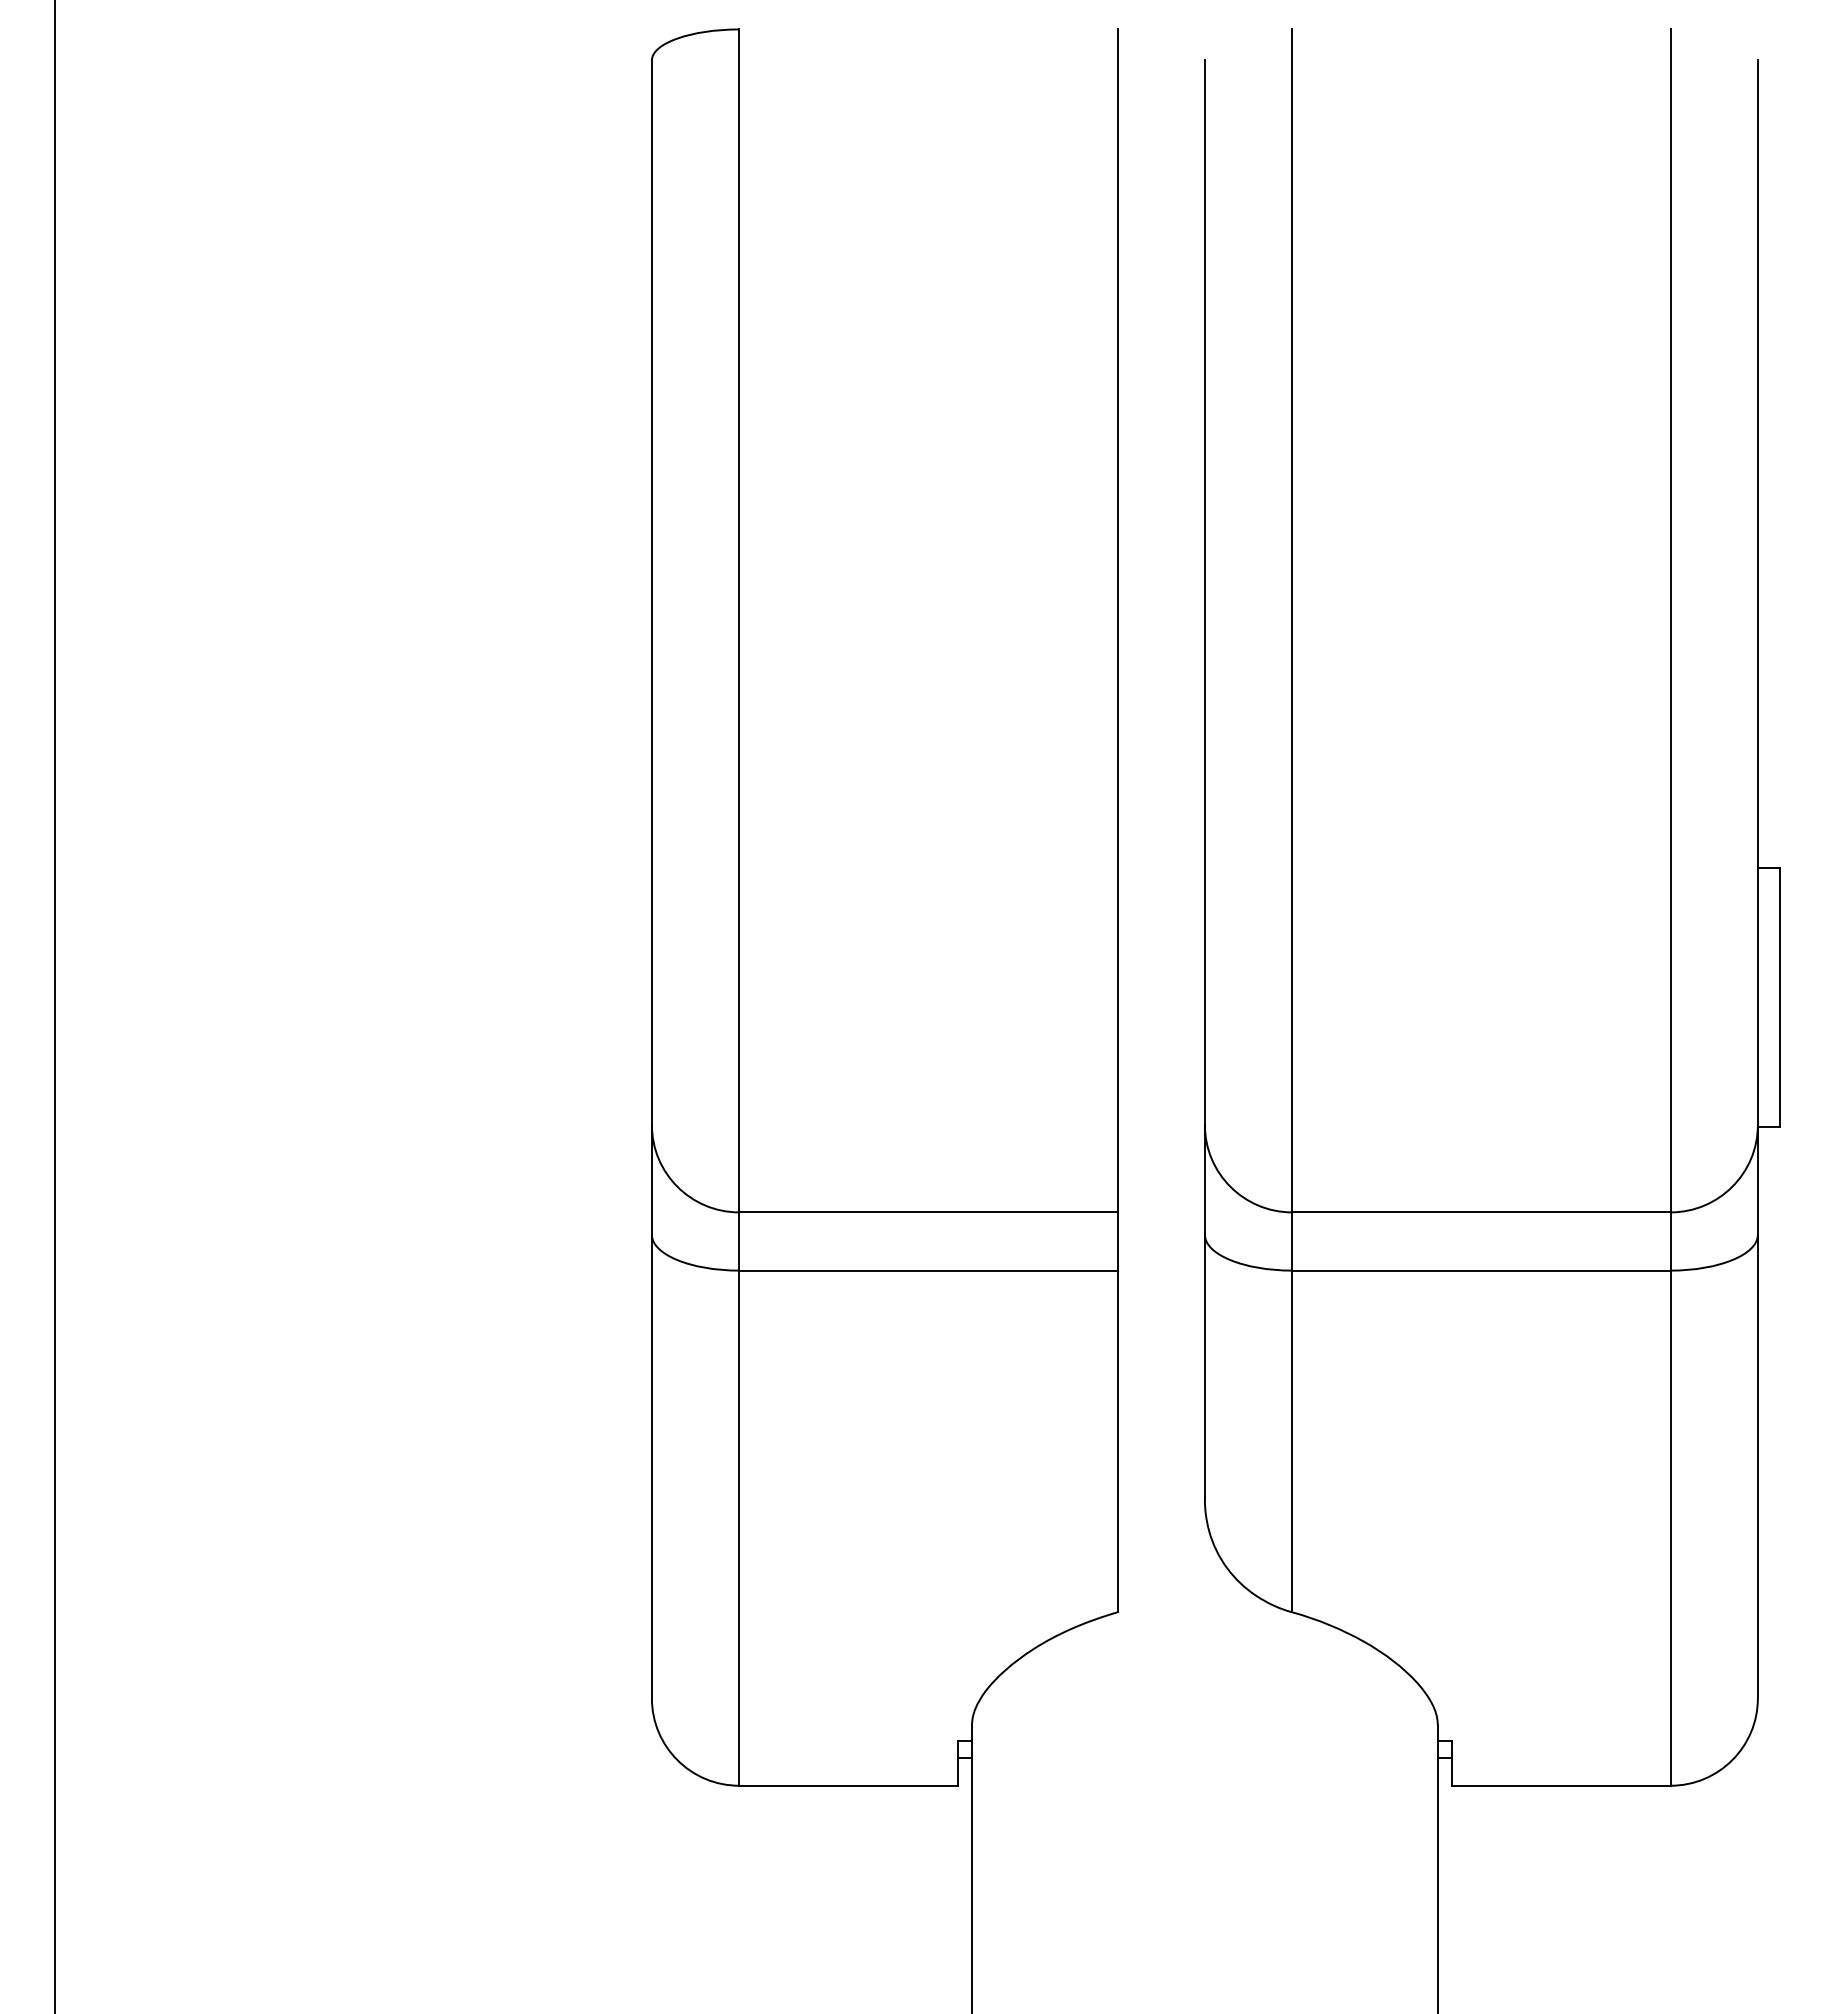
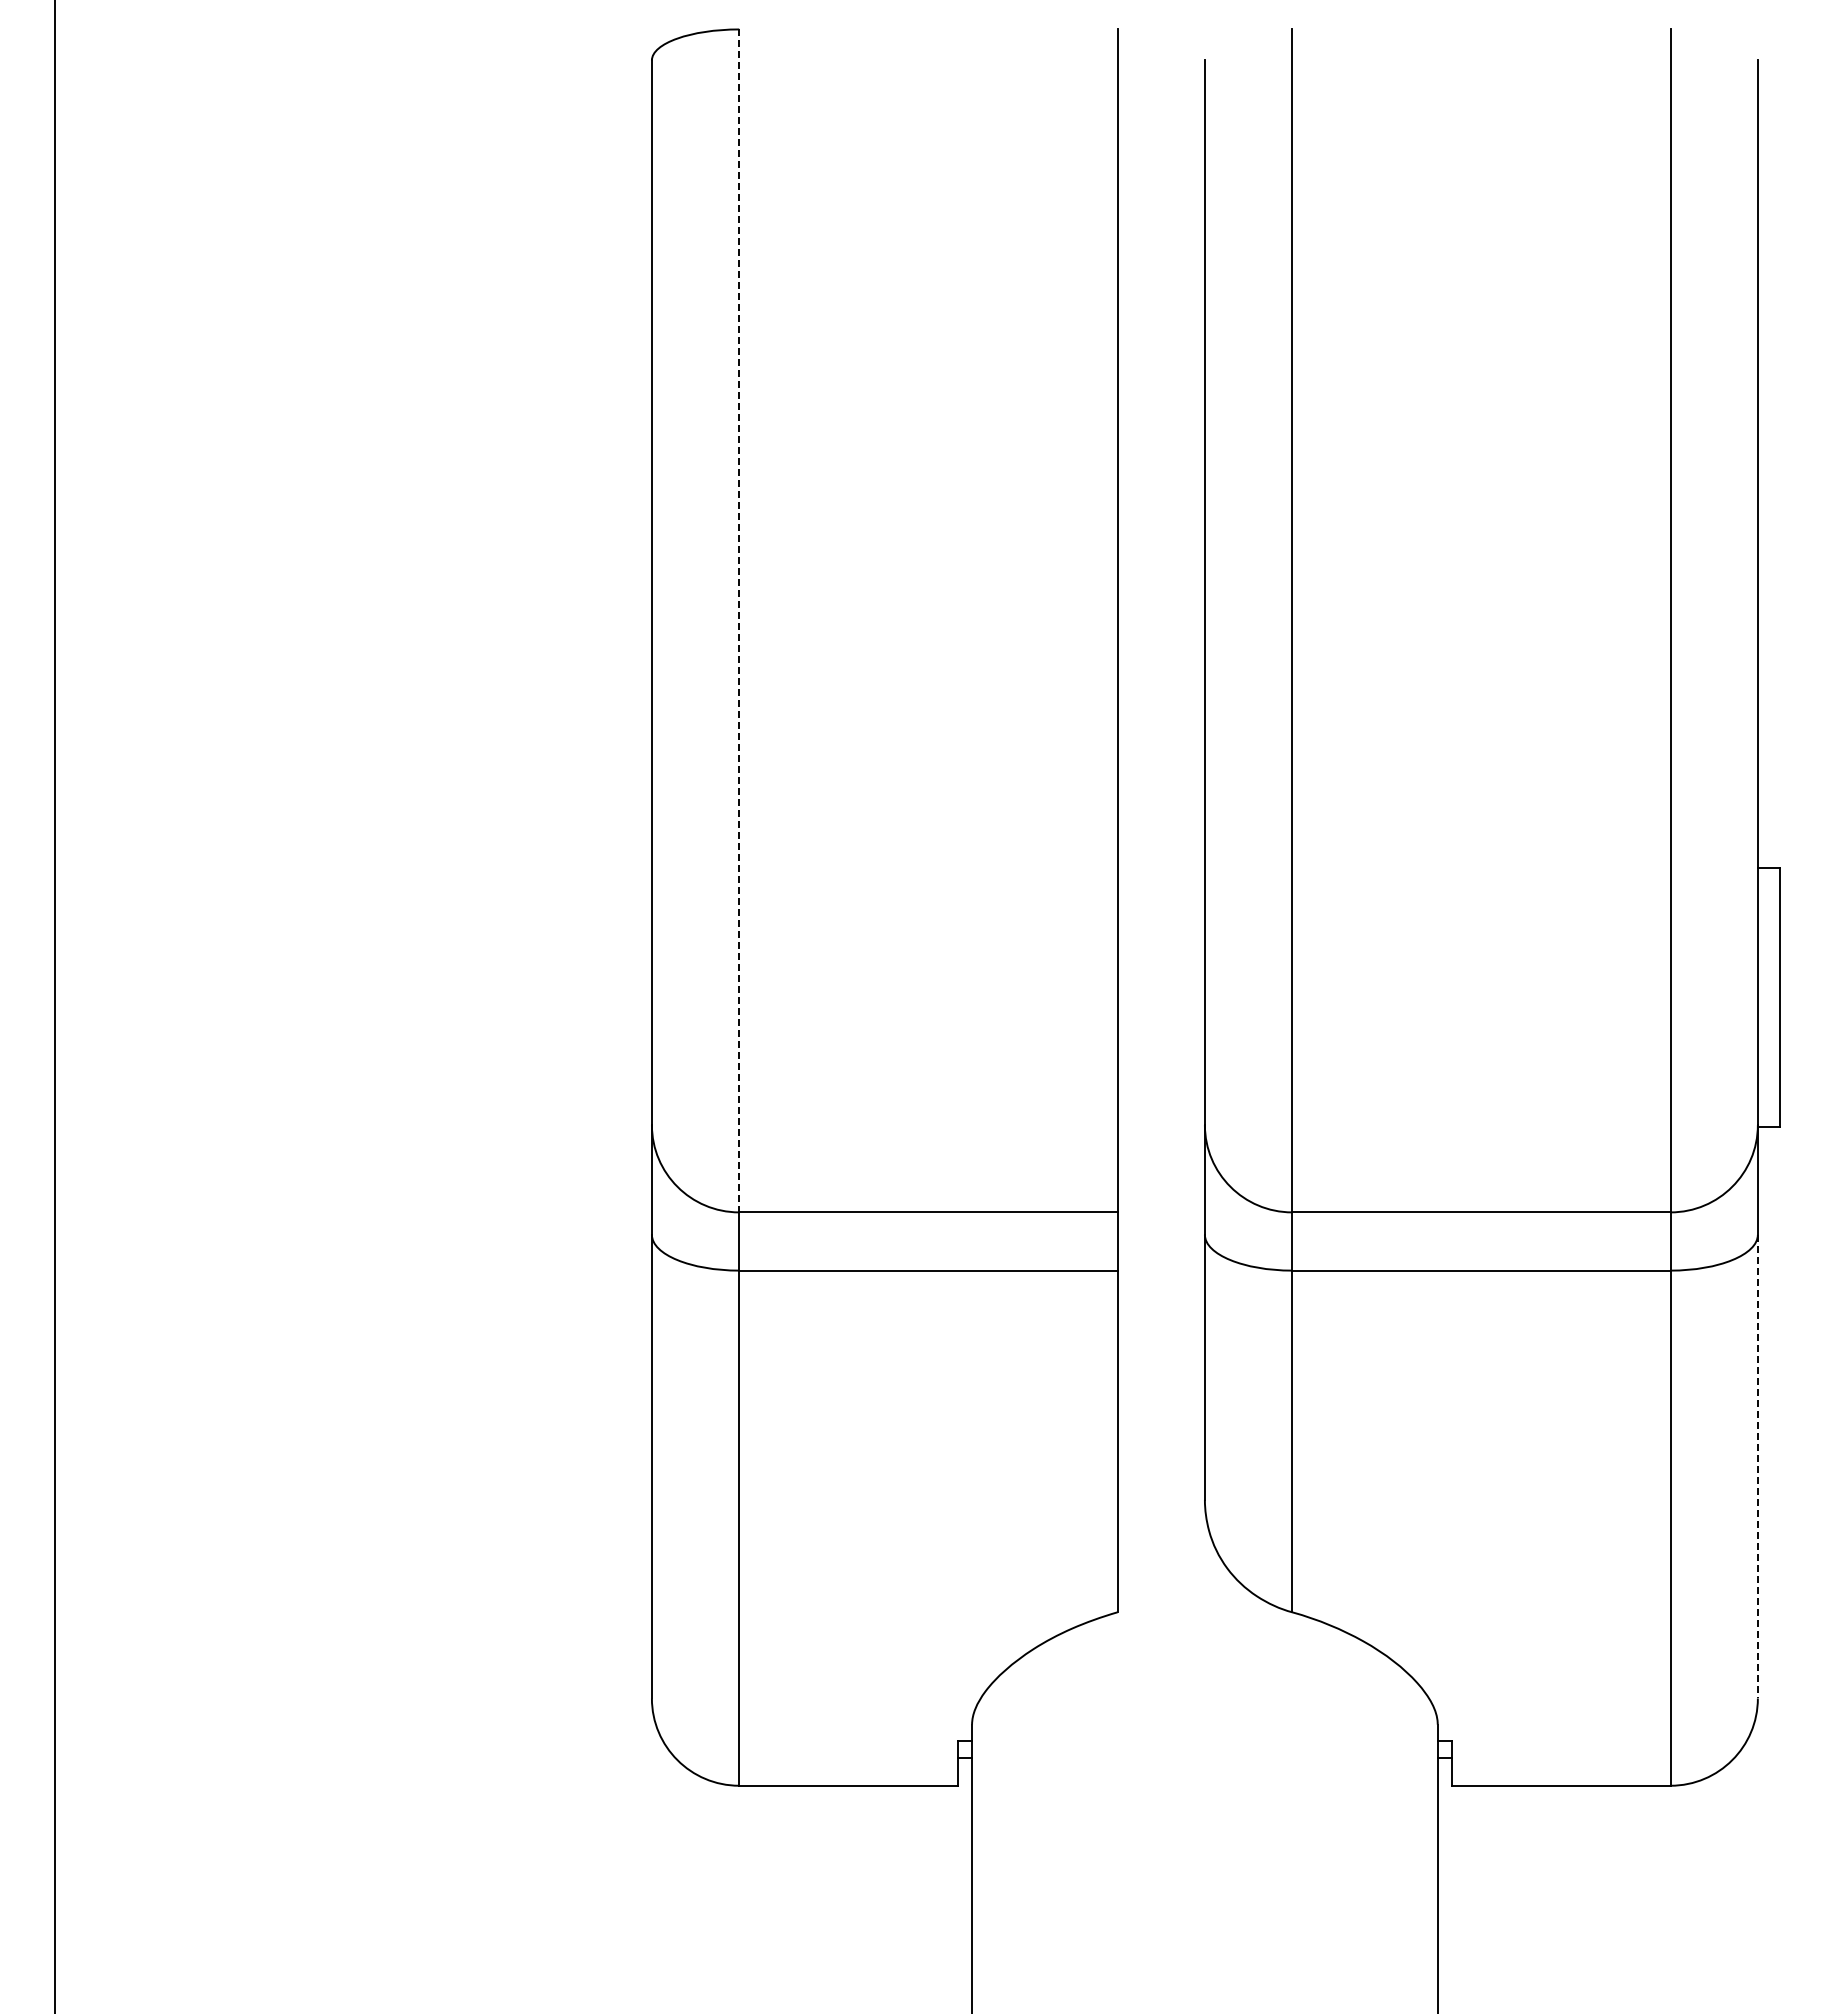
line at (739, 620): solid -> dashed
line at (1757, 1466): solid -> dashed
